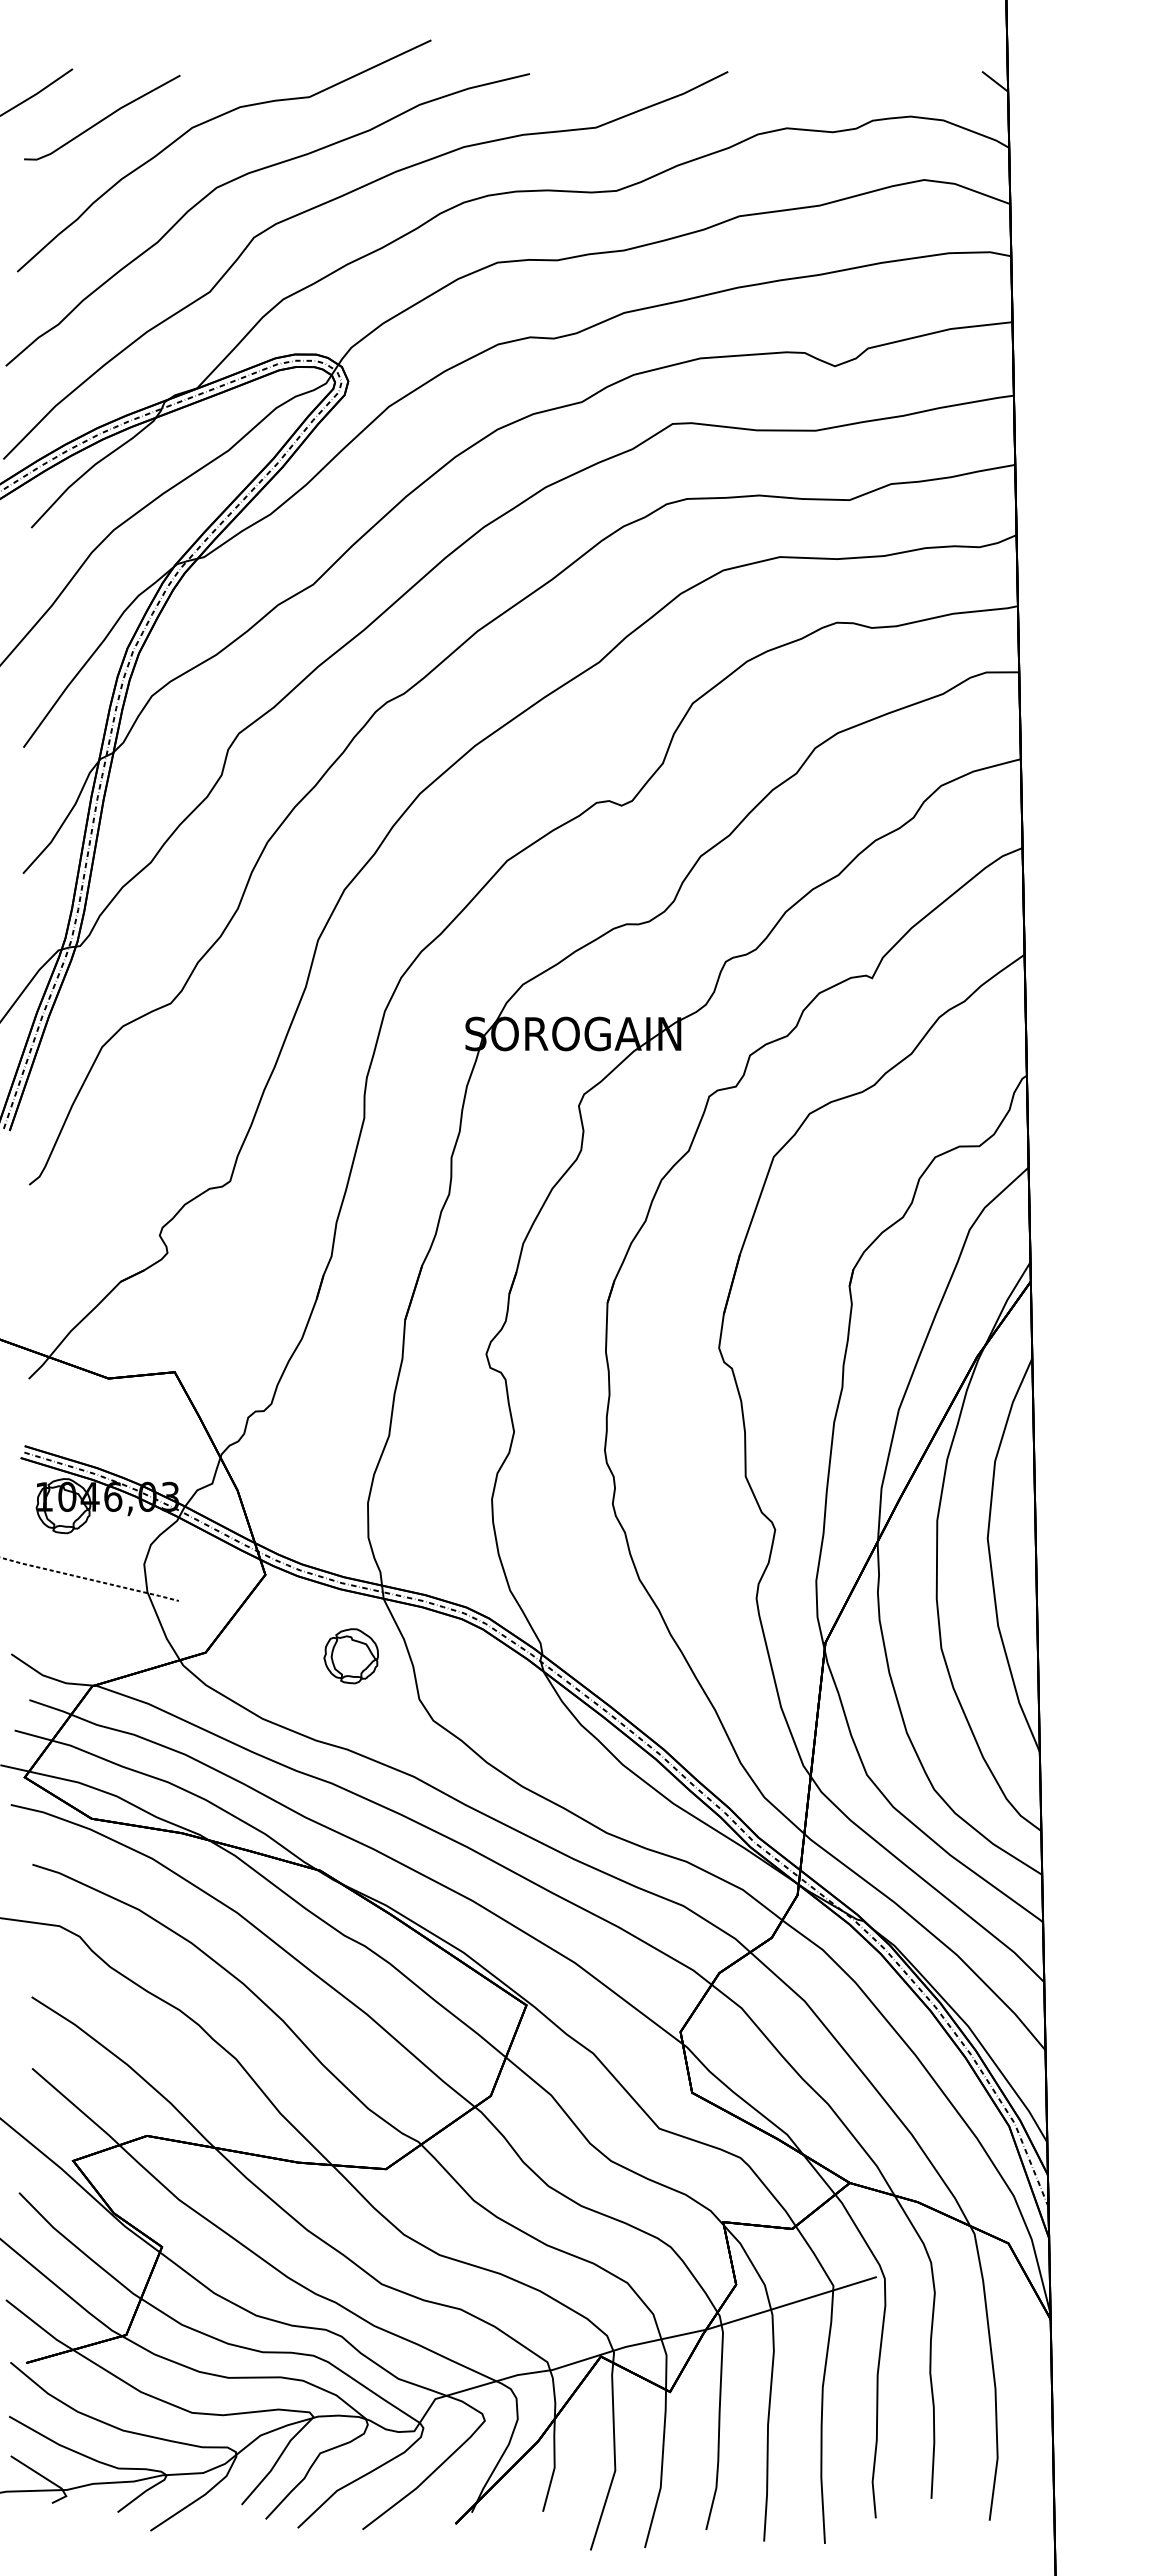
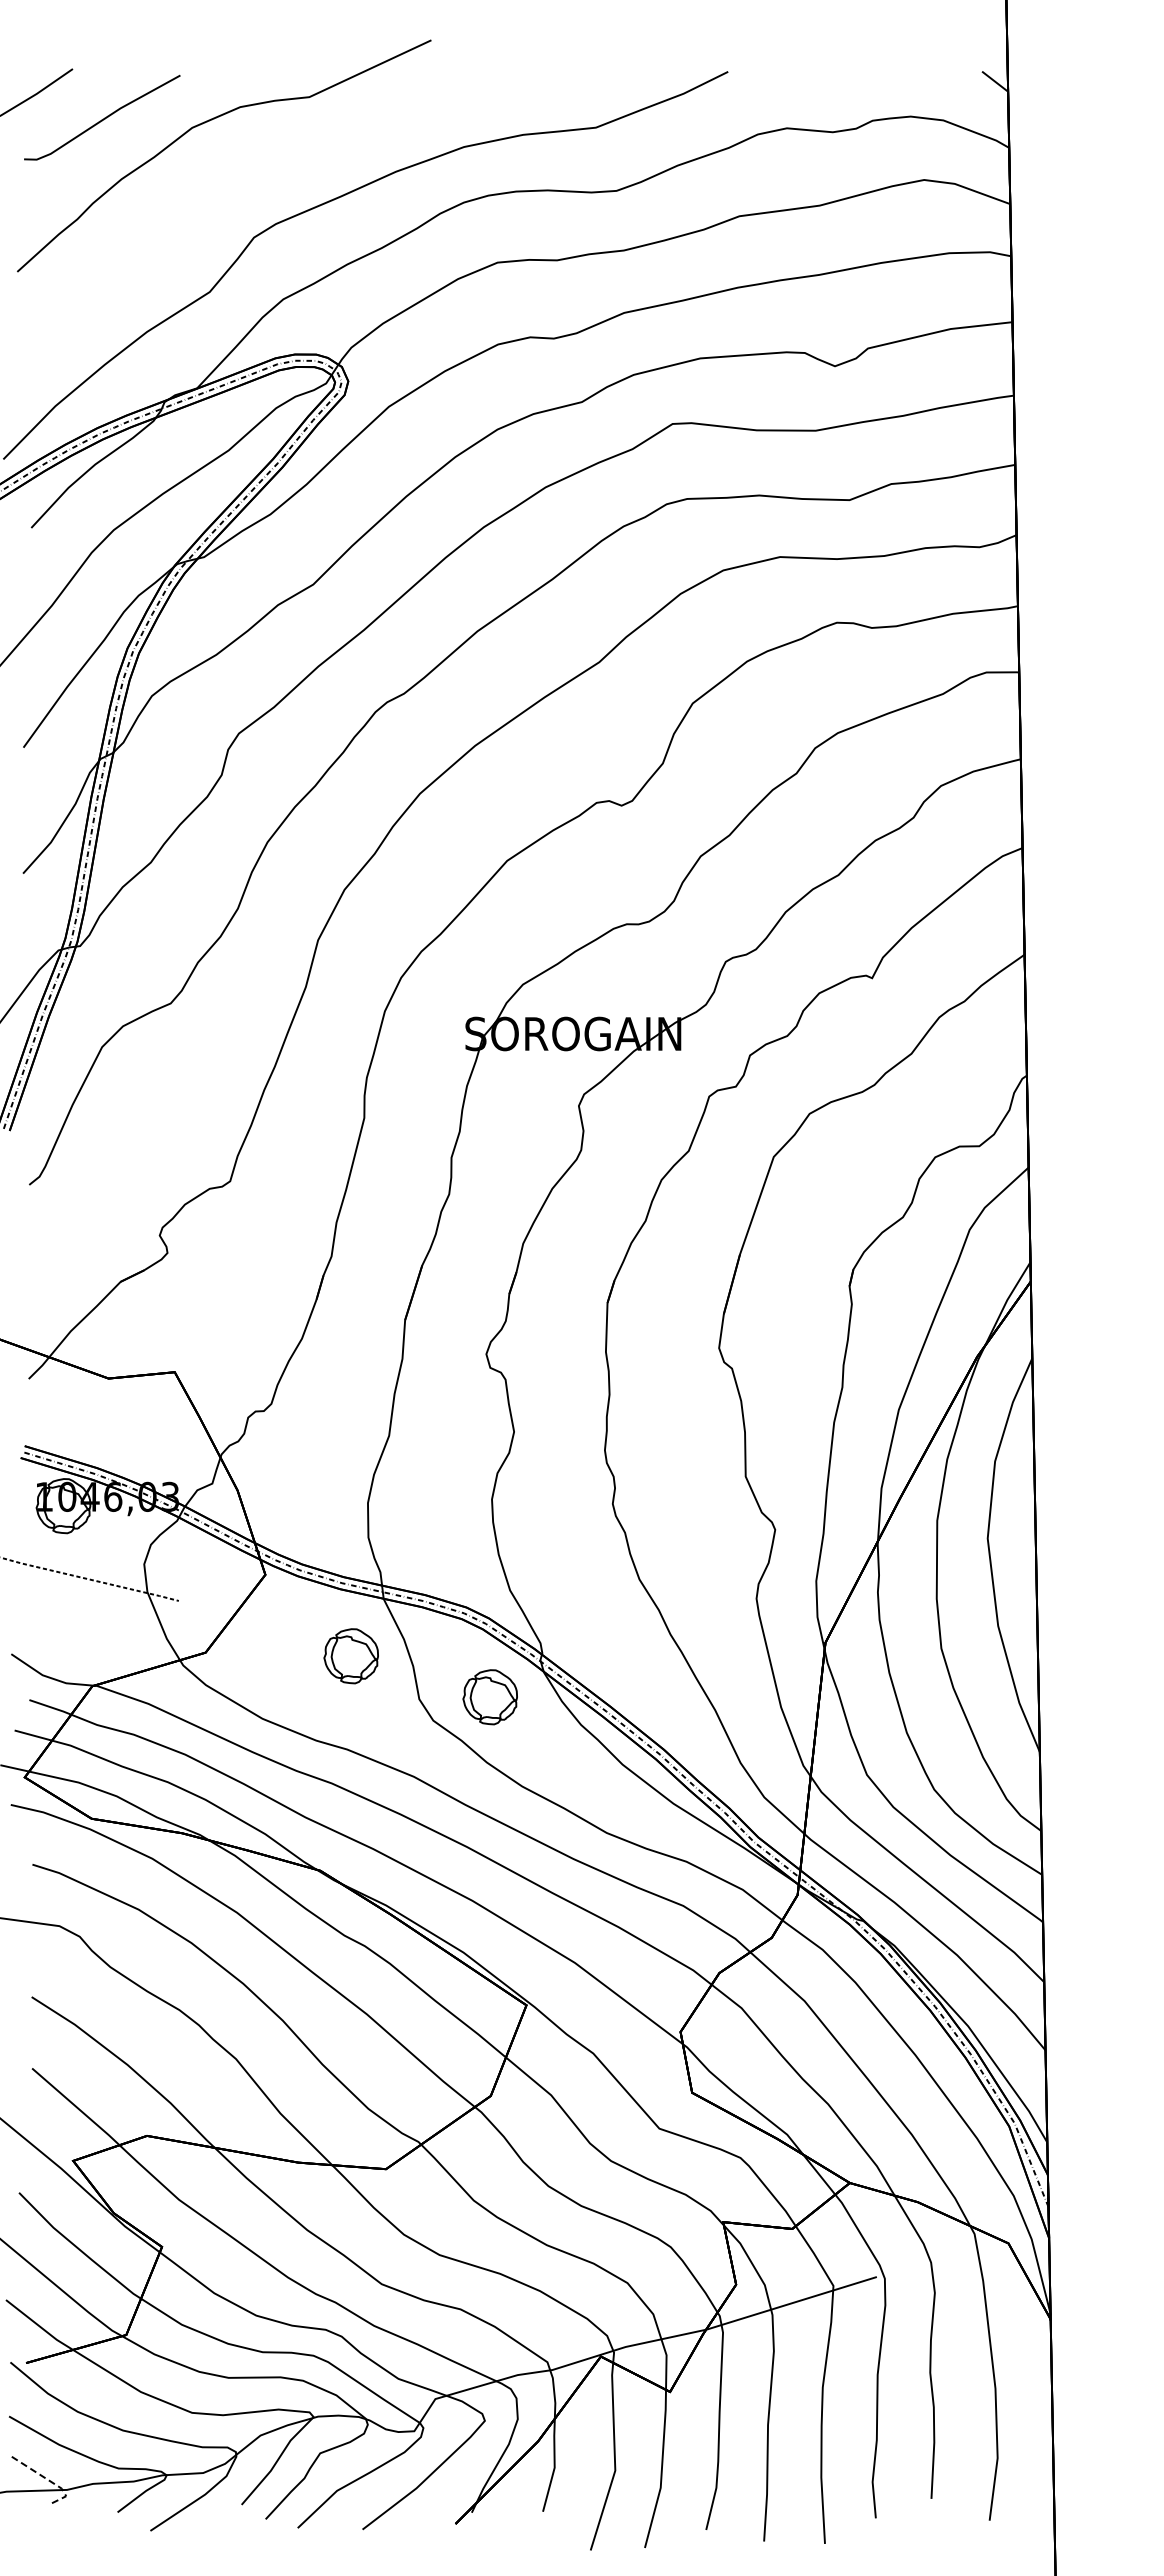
curve at (251, 173): present -> none
part at (489, 1697): none -> present
line at (47, 2479): solid -> dashed
